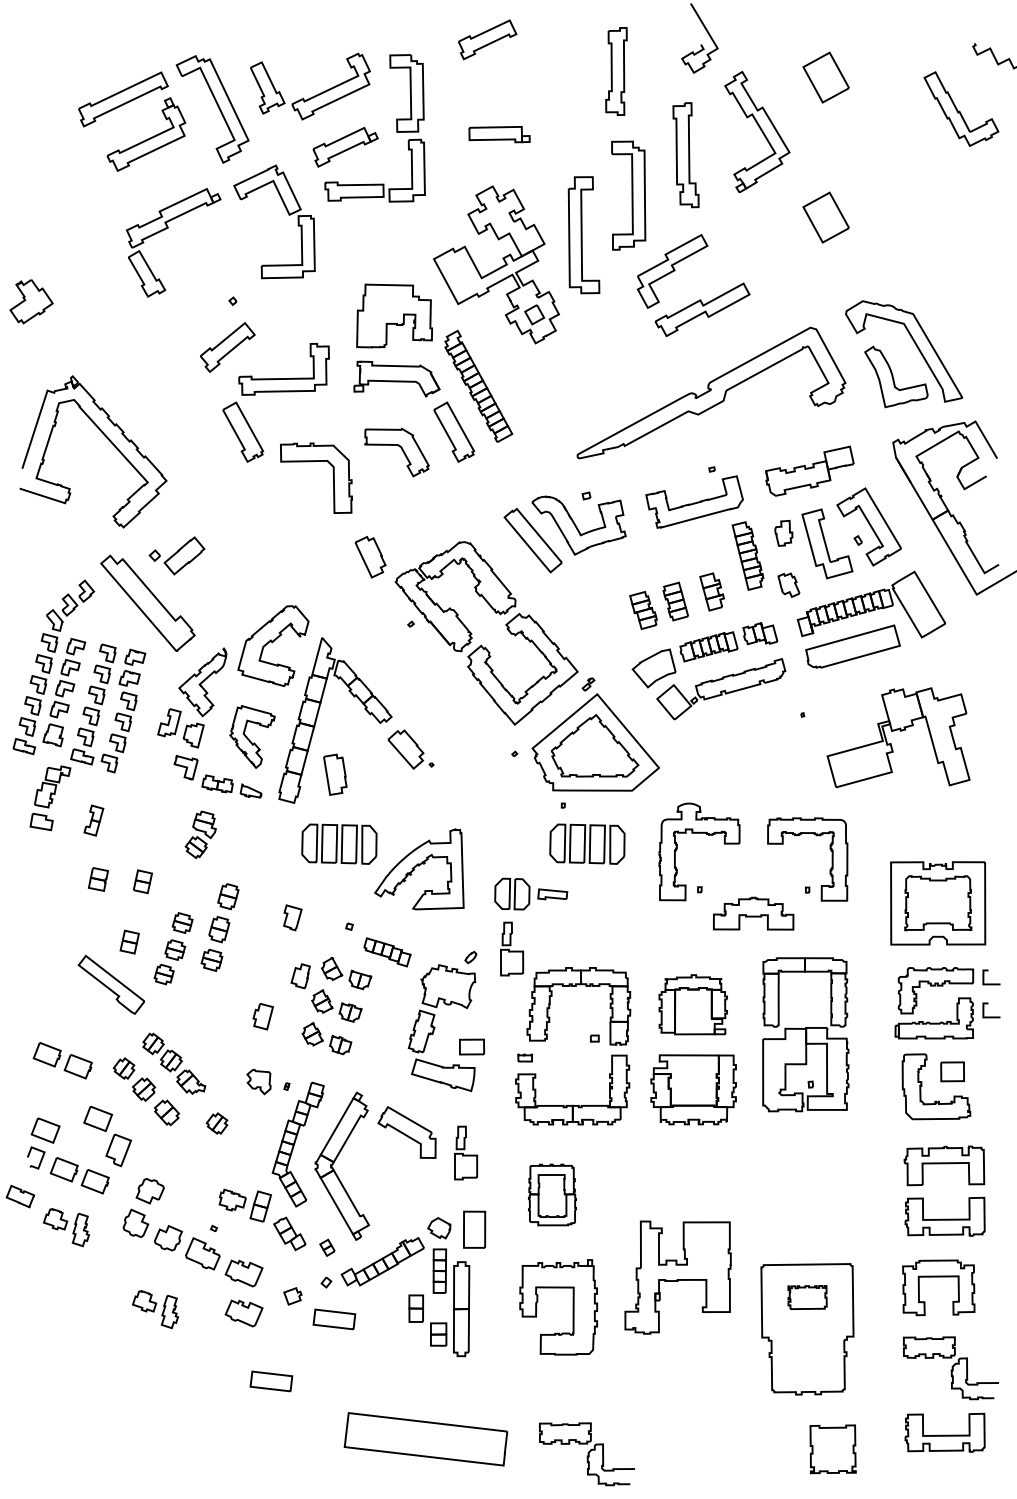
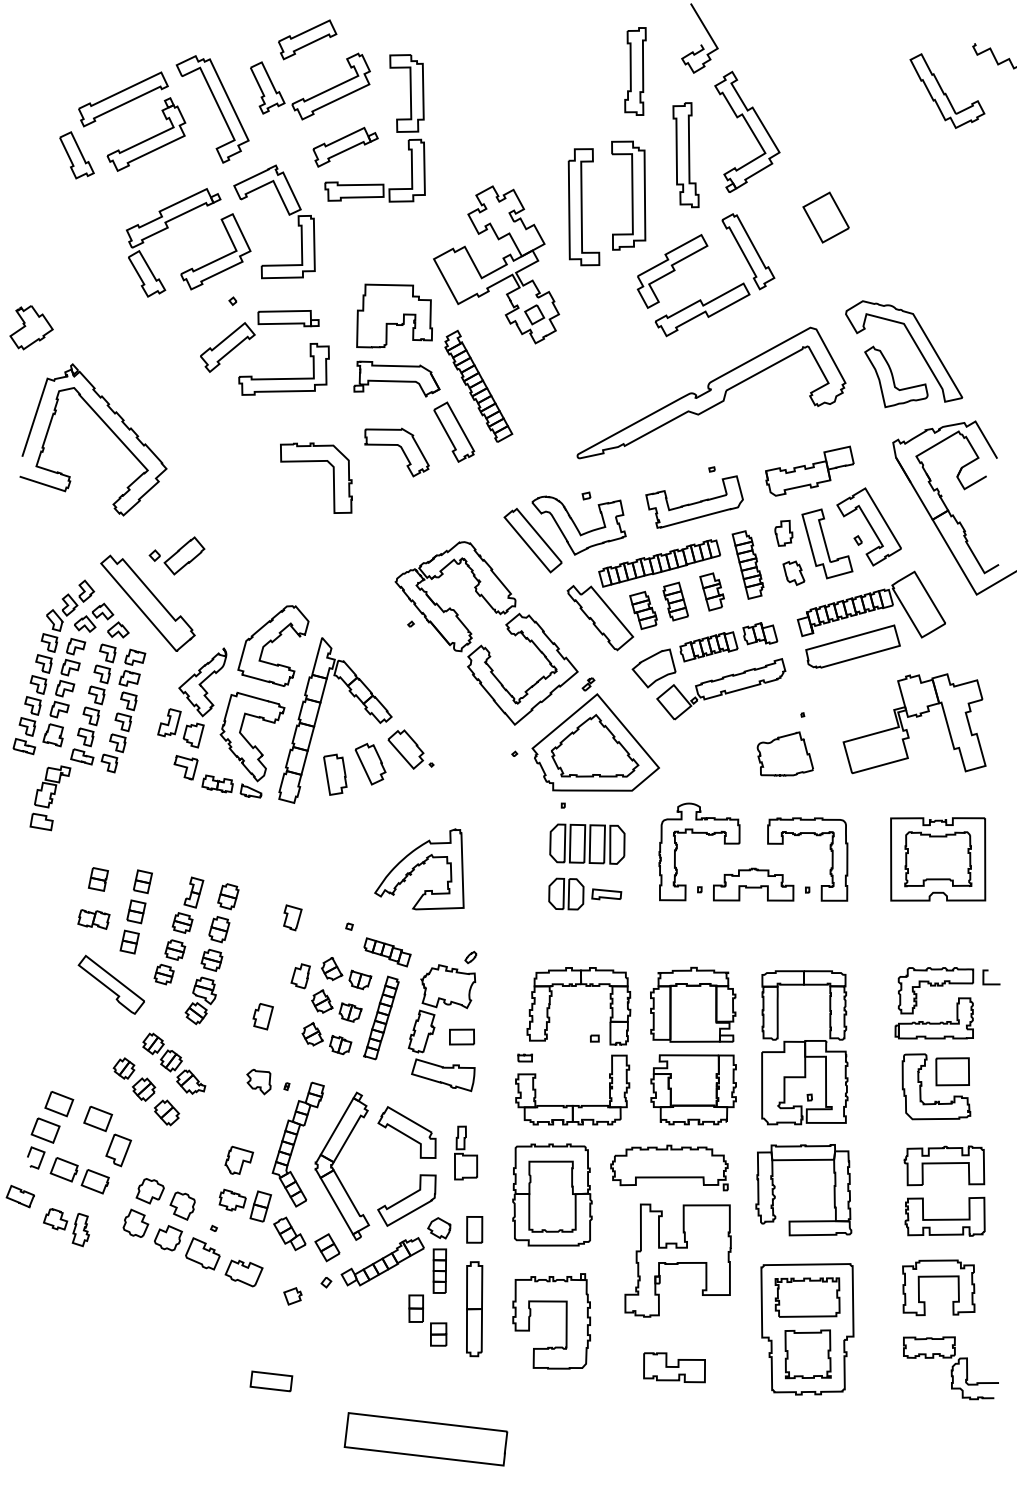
part at (487, 39) position: (487, 39) -> (307, 39)
part at (616, 71) position: (616, 71) -> (635, 71)
part at (825, 77): present -> none
part at (961, 108) position: (961, 108) -> (947, 90)
part at (757, 131) position: (757, 131) -> (747, 131)
part at (499, 134) position: (499, 134) -> (288, 318)
part at (76, 155): none -> present
part at (583, 235) position: (583, 235) -> (583, 207)
part at (748, 251): none -> present
part at (217, 258): none -> present
part at (31, 301) position: (31, 301) -> (31, 327)
part at (243, 431): present -> none
part at (106, 438) position: (106, 438) -> (106, 426)
part at (747, 555) position: (747, 555) -> (747, 564)
part at (370, 557) position: (370, 557) -> (370, 764)
part at (638, 578): none -> present
part at (788, 584) position: (788, 584) -> (793, 572)
part at (101, 620): none -> present
part at (900, 731) position: (900, 731) -> (916, 717)
part at (252, 736) size: 47x64 px -> 67x92 px
part at (784, 753): none -> present
part at (93, 820) position: (93, 820) -> (193, 892)
part at (200, 834) position: (200, 834) -> (200, 1000)
part at (339, 843): present -> none
part at (531, 893) position: (531, 893) -> (585, 893)
part at (938, 903) position: (938, 903) -> (938, 859)
part at (136, 911): none -> present
part at (753, 913) position: (753, 913) -> (753, 884)
part at (93, 919): none -> present
part at (512, 948): present -> none
part at (692, 1004) size: 70x62 px -> 87x77 px
line at (991, 1016): present -> none
part at (381, 1017): none -> present
part at (805, 1034) position: (805, 1034) -> (804, 1047)
part at (471, 1046) position: (471, 1046) -> (461, 1036)
part at (62, 1060): present -> none
part at (952, 1071) size: 25x22 px -> 35x30 px
part at (59, 1104): none -> present
part at (216, 1123): present -> none
part at (239, 1159): none -> present
part at (669, 1167): none -> present
part at (775, 1188): none -> present
part at (552, 1194) size: 49x64 px -> 81x104 px
part at (406, 1200): none -> present
part at (182, 1205): none -> present
part at (474, 1229) size: 24x39 px -> 18x28 px
part at (327, 1247) size: 17x19 px -> 27x30 px
part at (677, 1277) position: (677, 1277) -> (677, 1260)
part at (807, 1297) size: 41x25 px -> 67x41 px
part at (572, 1307) position: (572, 1307) -> (565, 1321)
part at (155, 1309): present -> none
part at (461, 1309) position: (461, 1309) -> (474, 1309)
part at (243, 1313): present -> none
part at (334, 1319): present -> none
part at (674, 1367): none -> present
part at (944, 1432): present -> none
part at (832, 1449) position: (832, 1449) -> (807, 1354)
part at (586, 1454): present -> none
